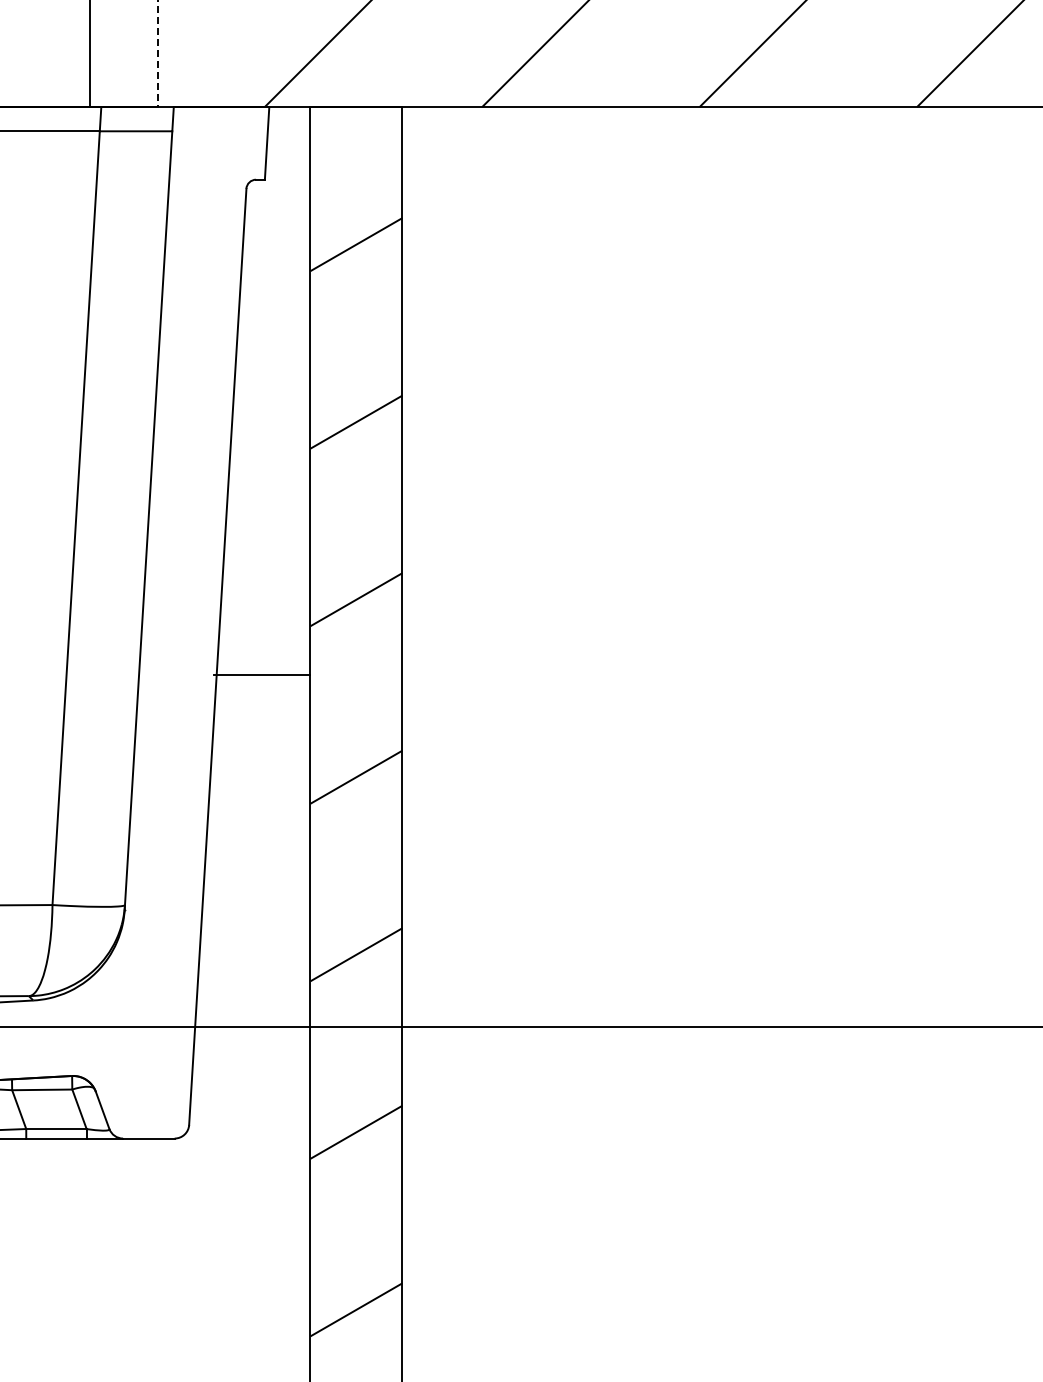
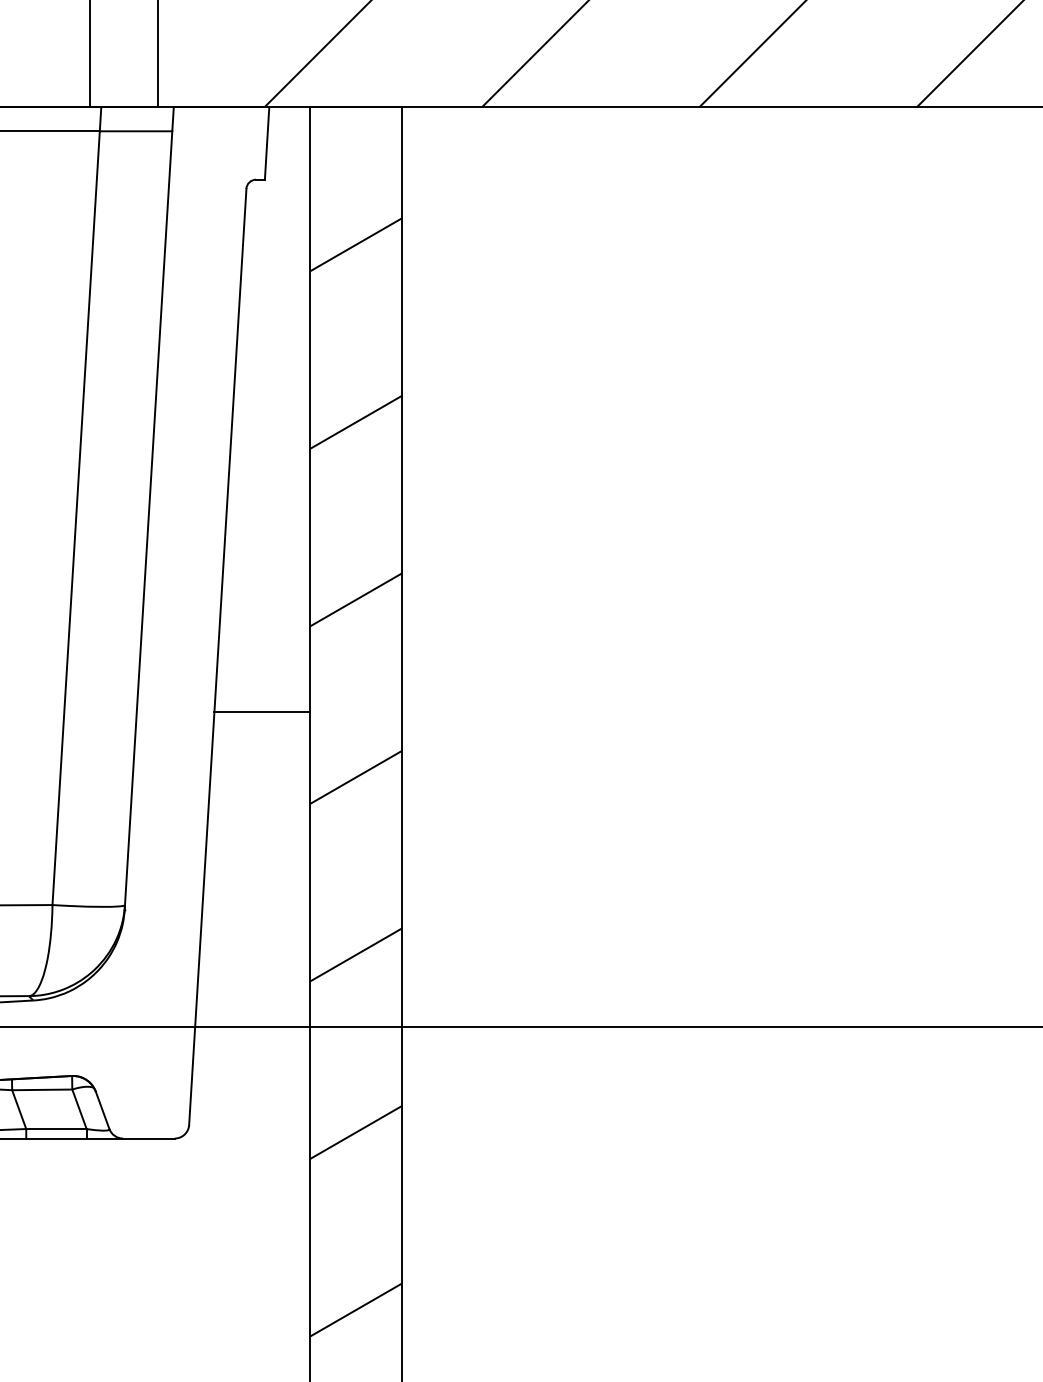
line at (157, 54): dashed -> solid
line at (262, 675) position: (262, 675) -> (262, 712)
